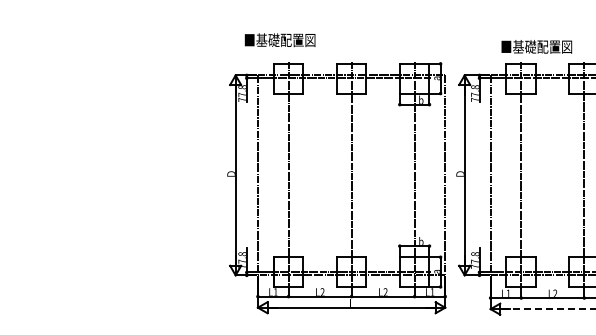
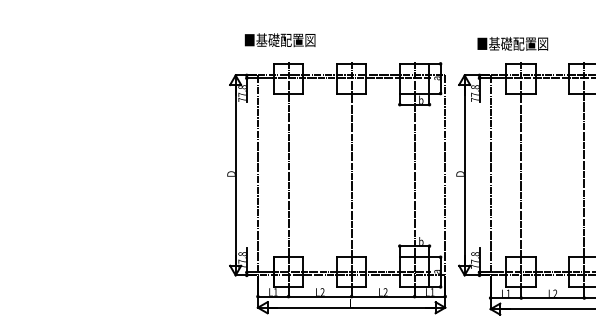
text at (536, 46) position: (536, 46) -> (512, 43)
line at (548, 309): dashed -> solid
